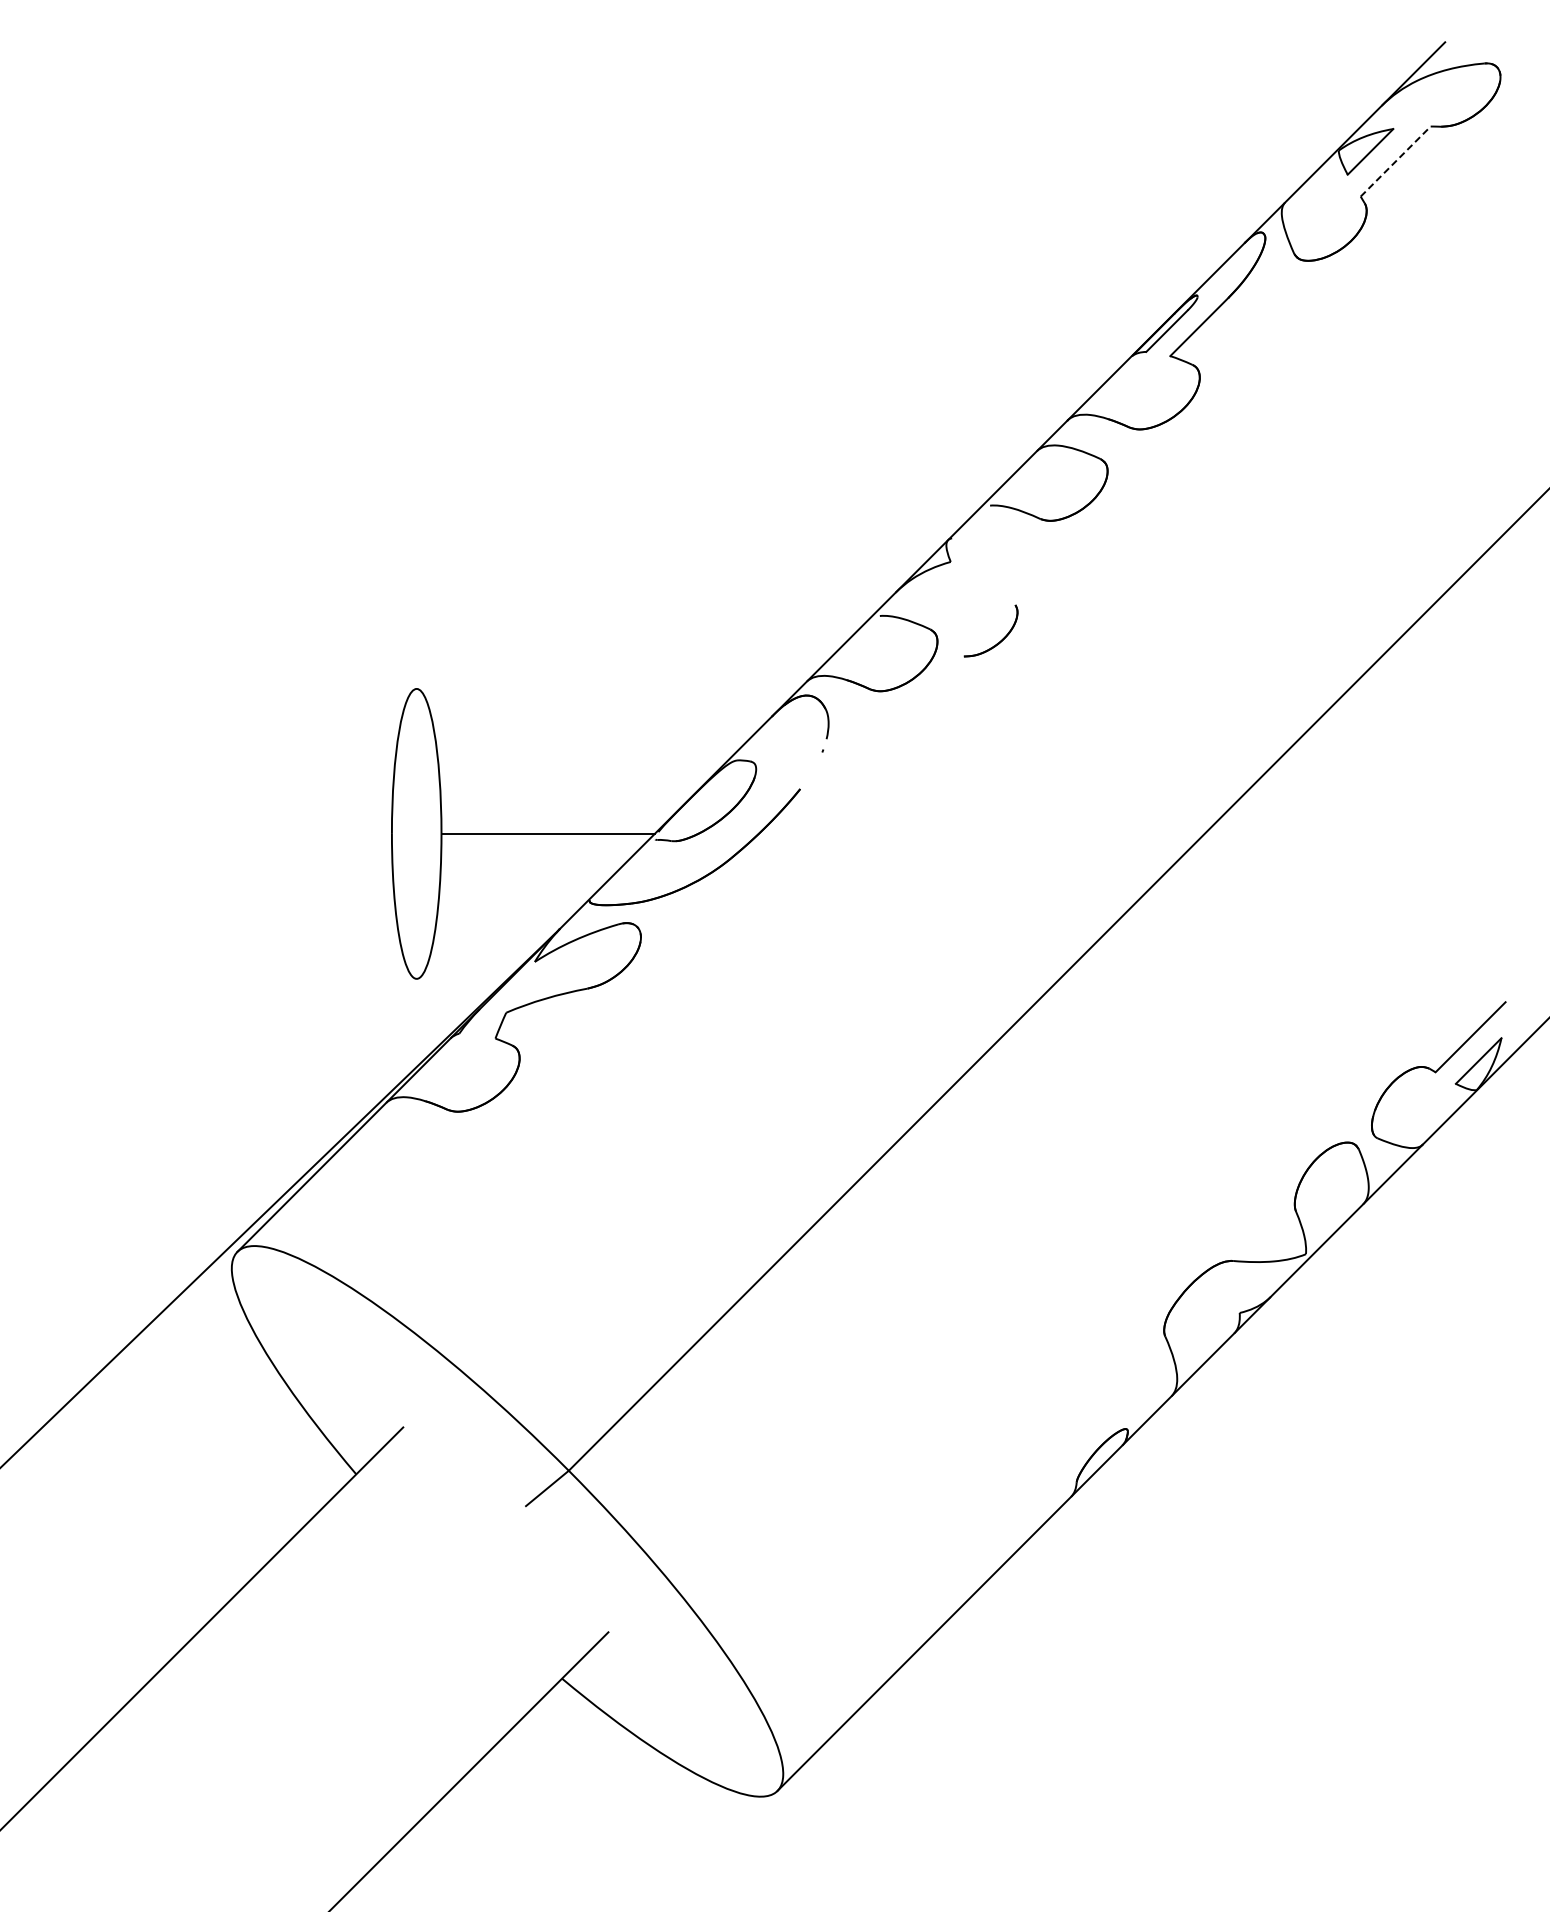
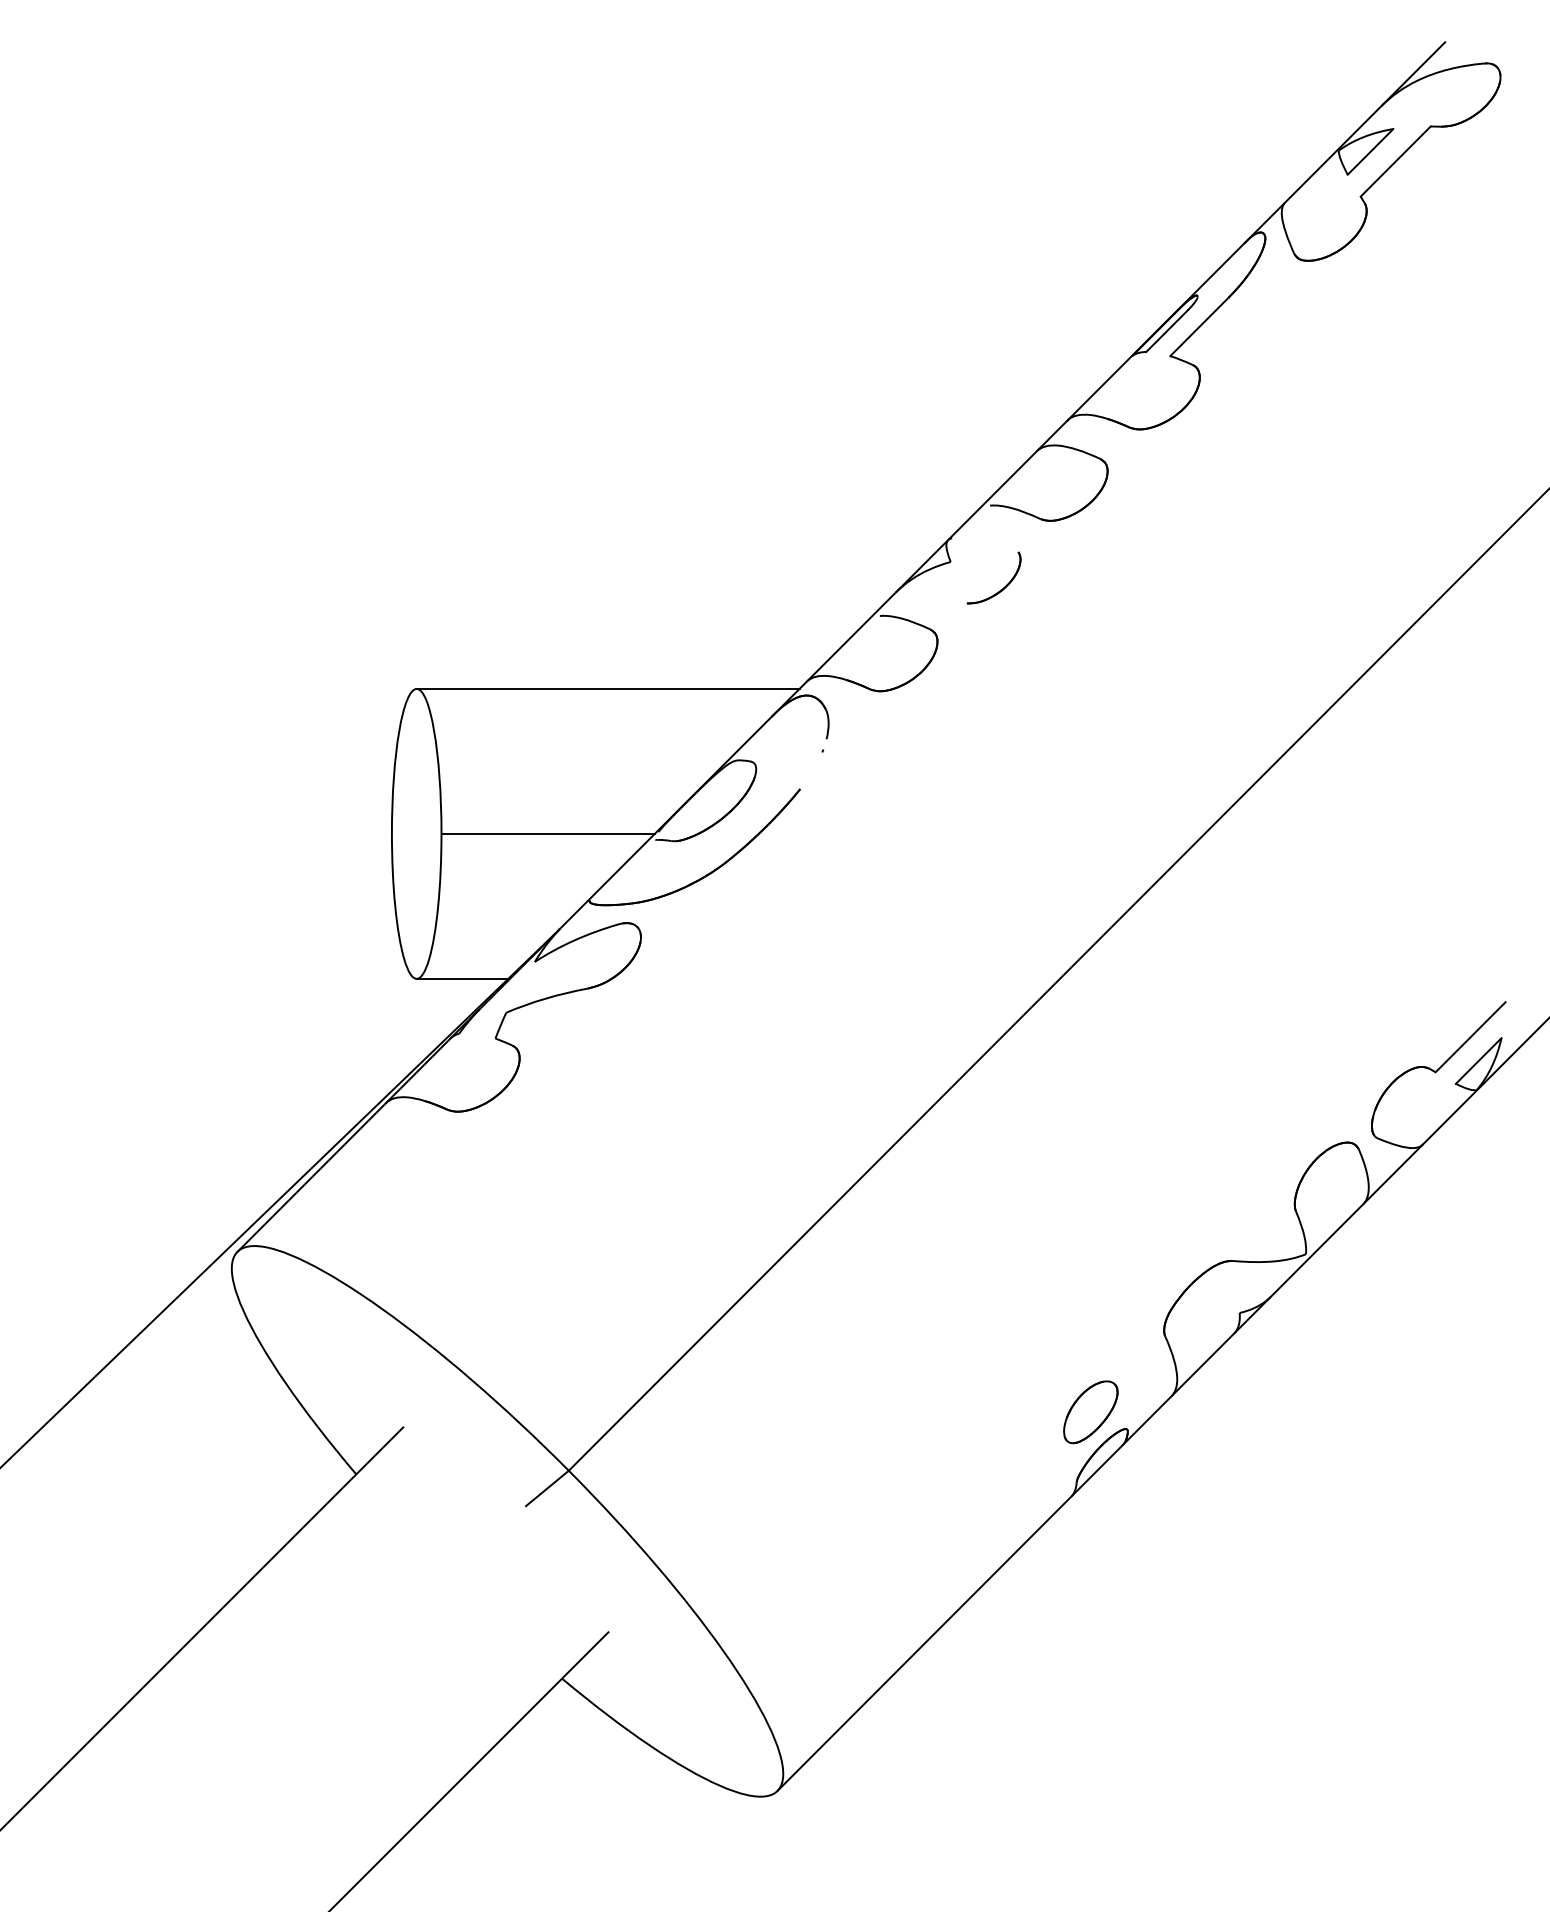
line at (1395, 161): dashed -> solid
part at (1000, 640) position: (1000, 640) -> (1003, 587)
line at (607, 688): none -> present
line at (462, 978): none -> present
part at (1090, 1412): none -> present
